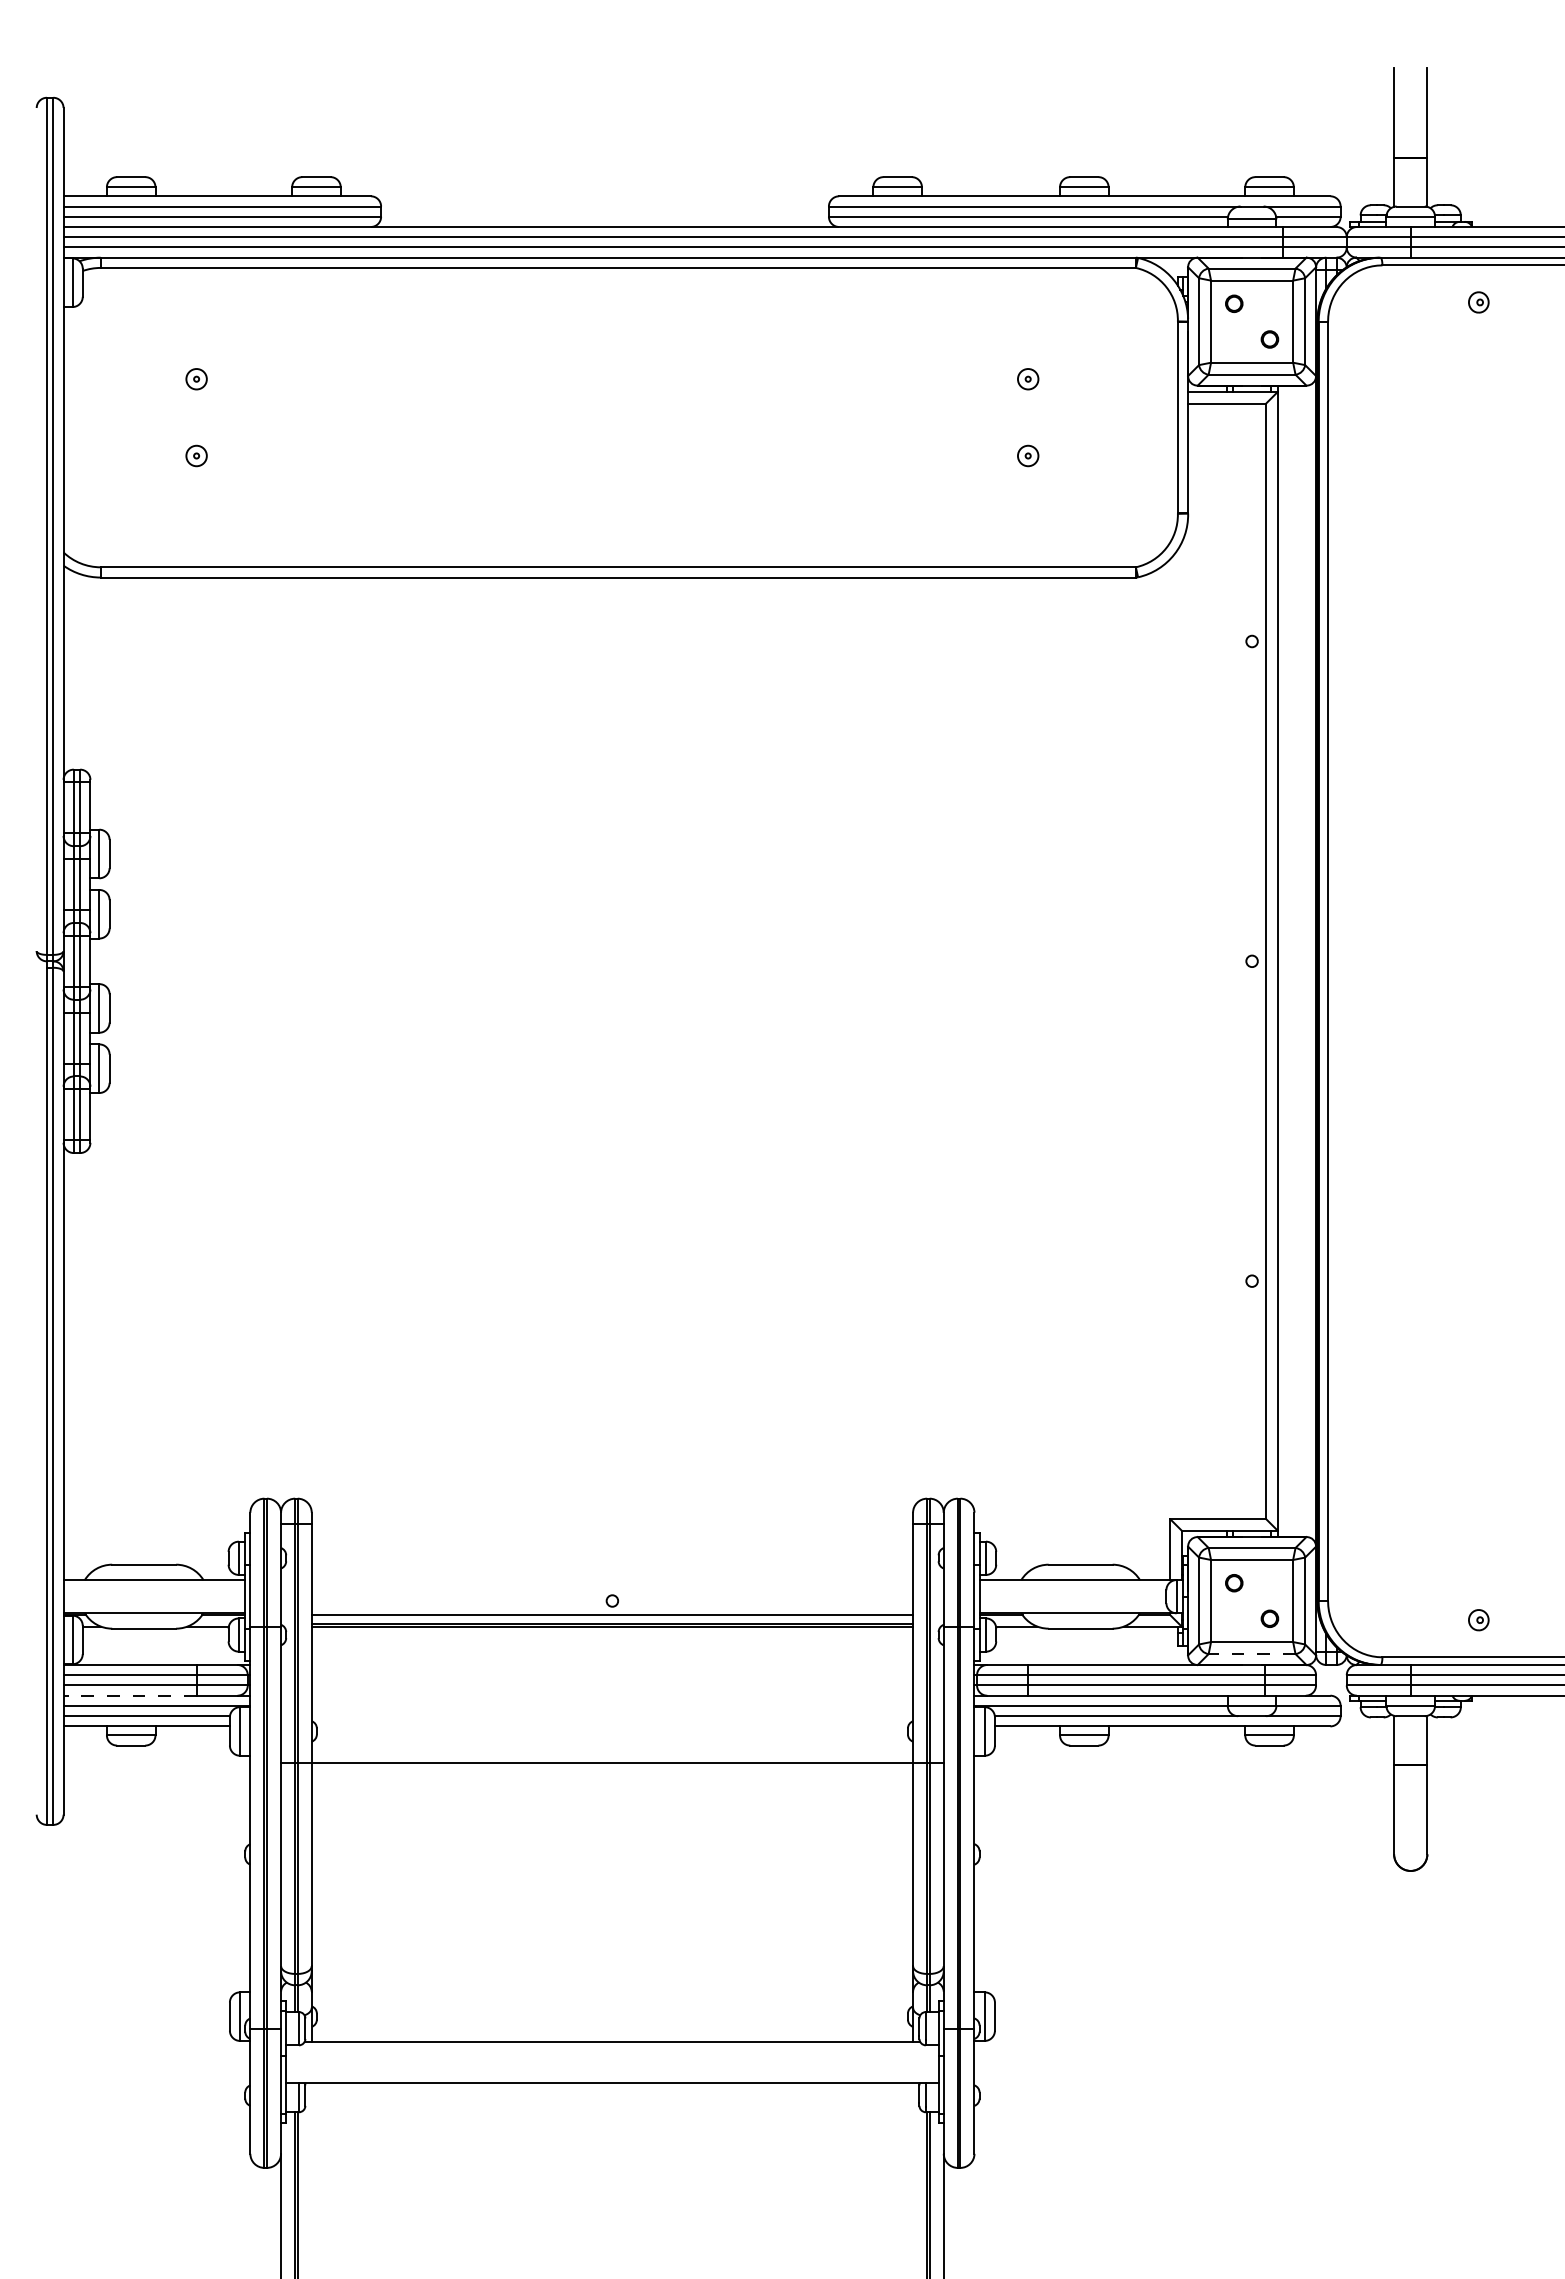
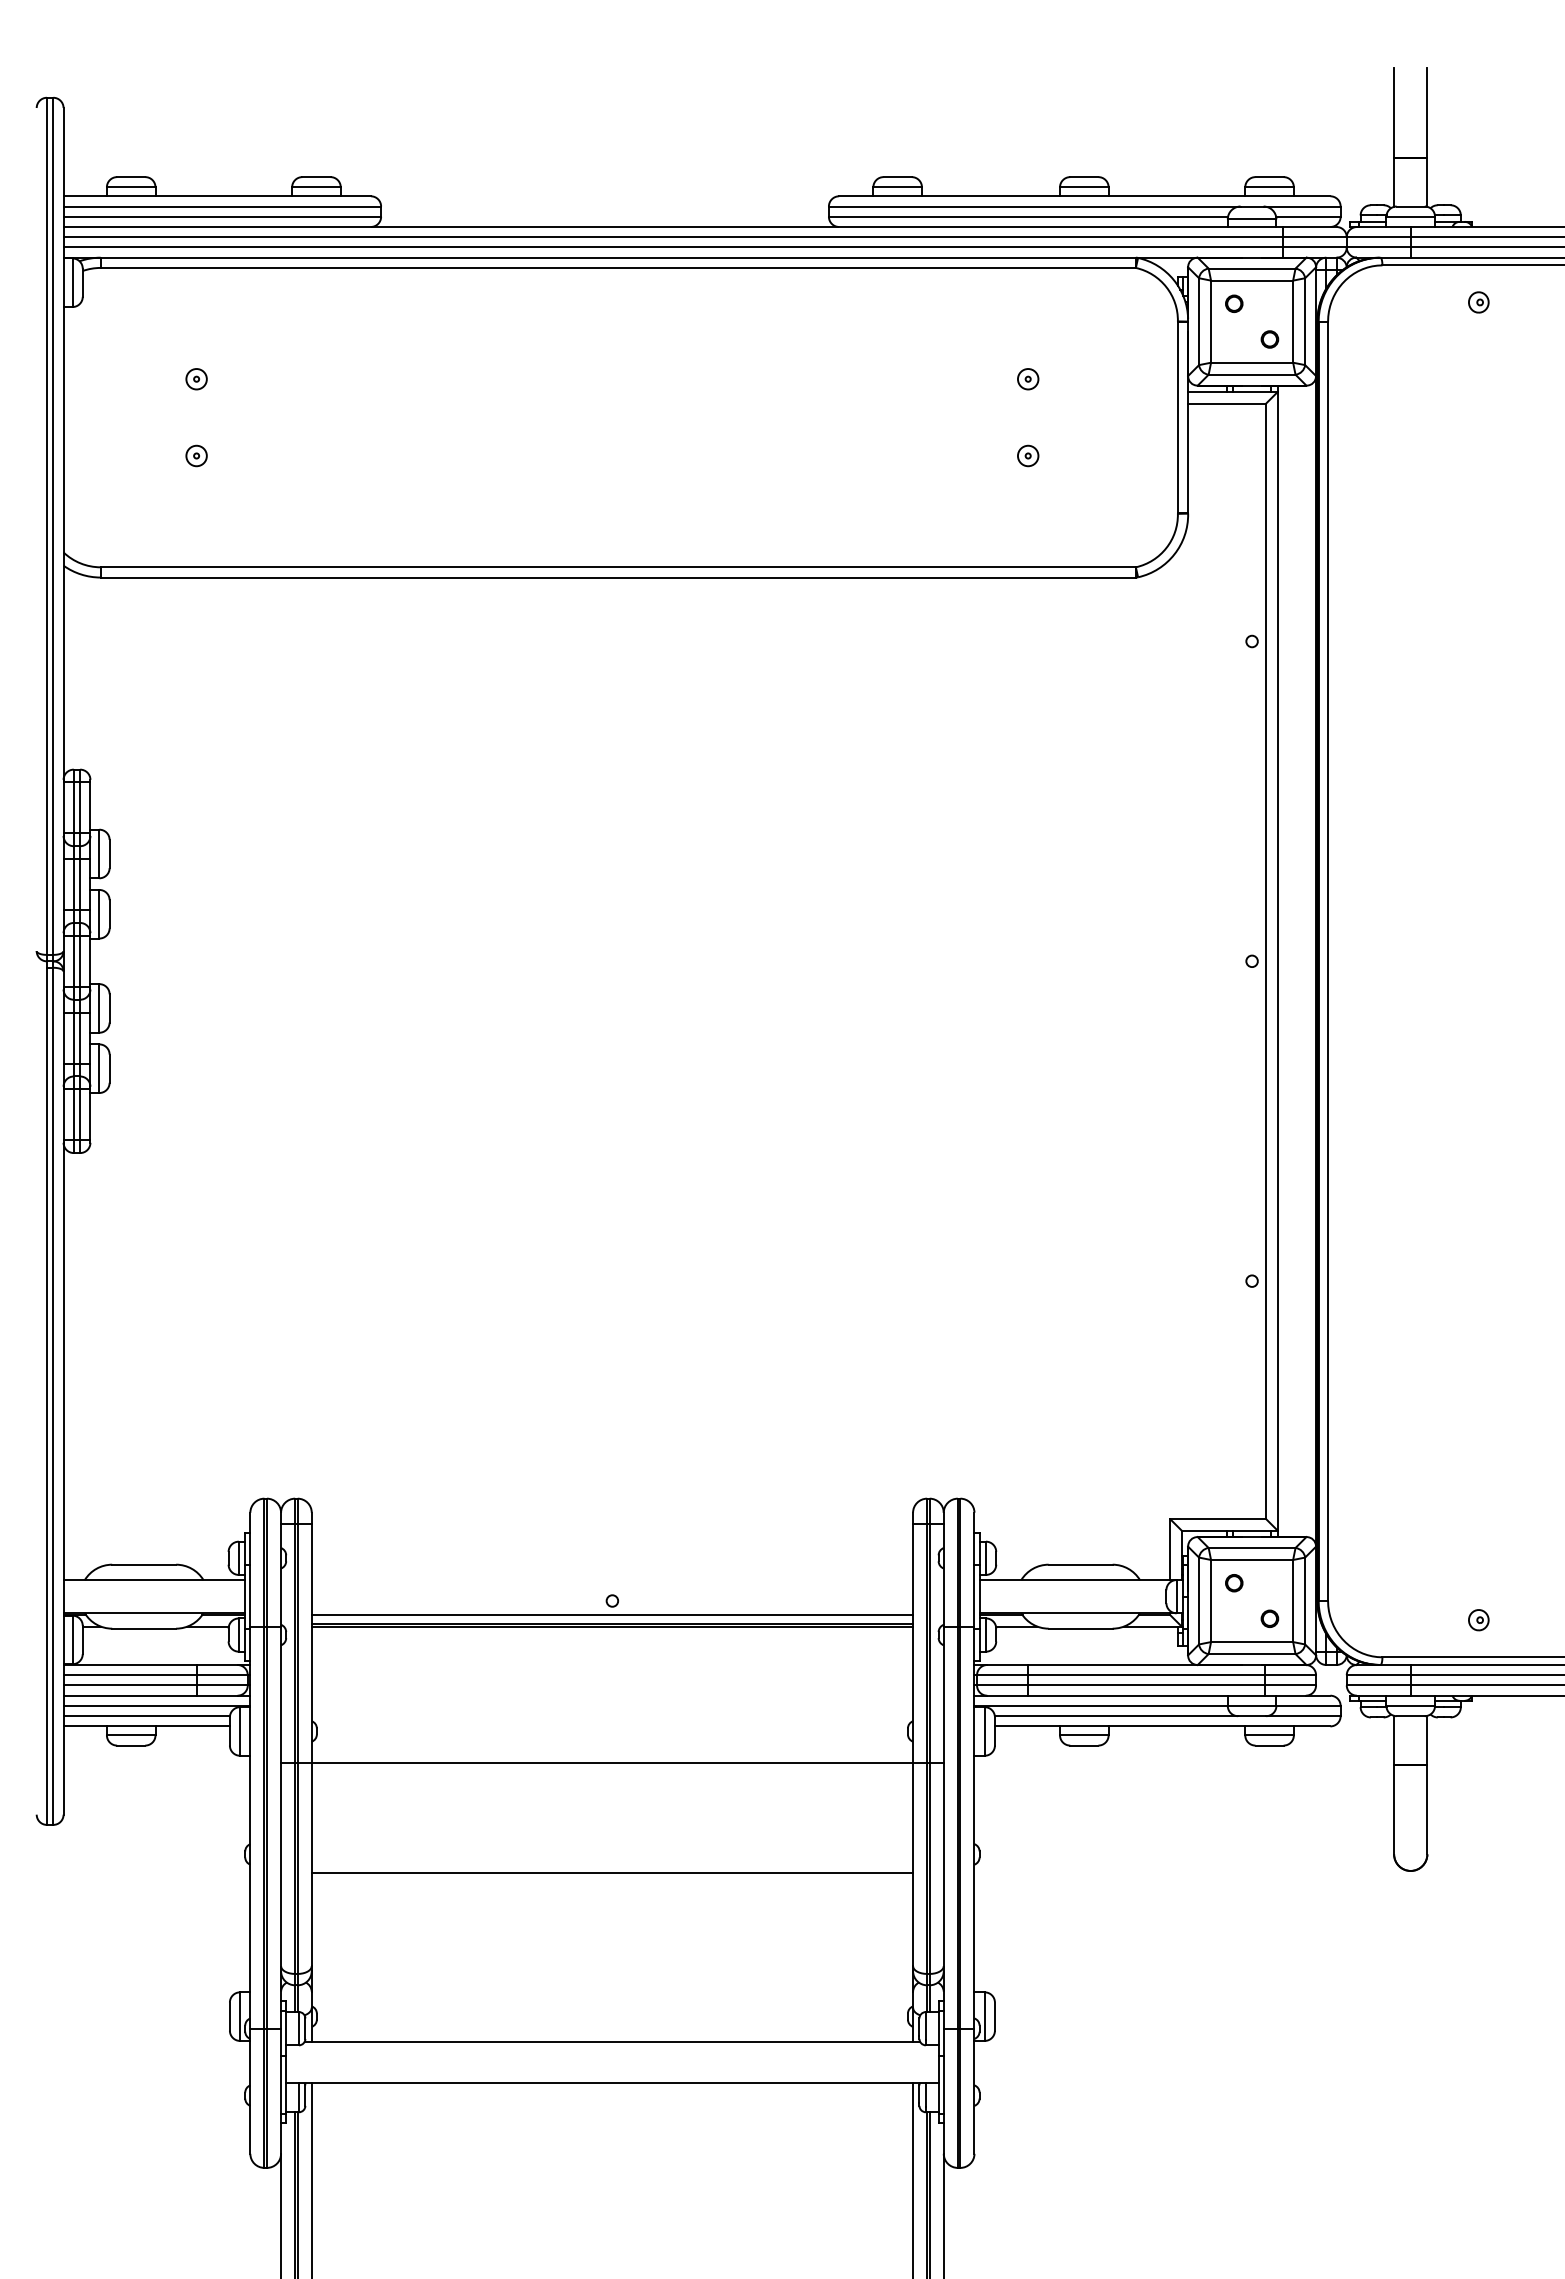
line at (1251, 1654): dashed -> solid
line at (130, 1695): dashed -> solid
line at (612, 1873): none -> present
line at (311, 2178): none -> present
line at (913, 2178): none -> present
